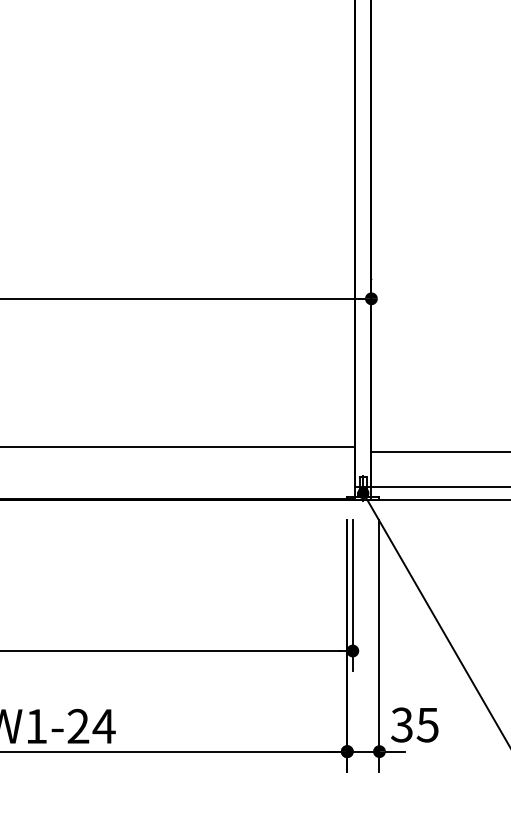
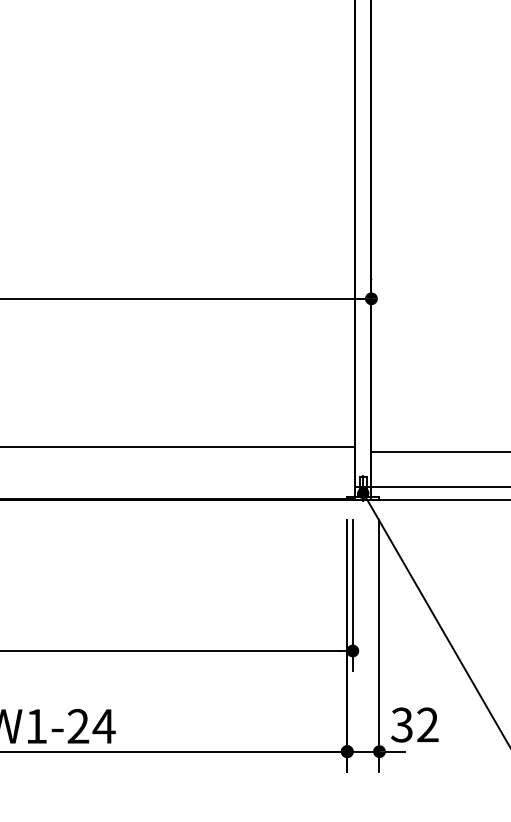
text at (427, 724): 35 -> 32
